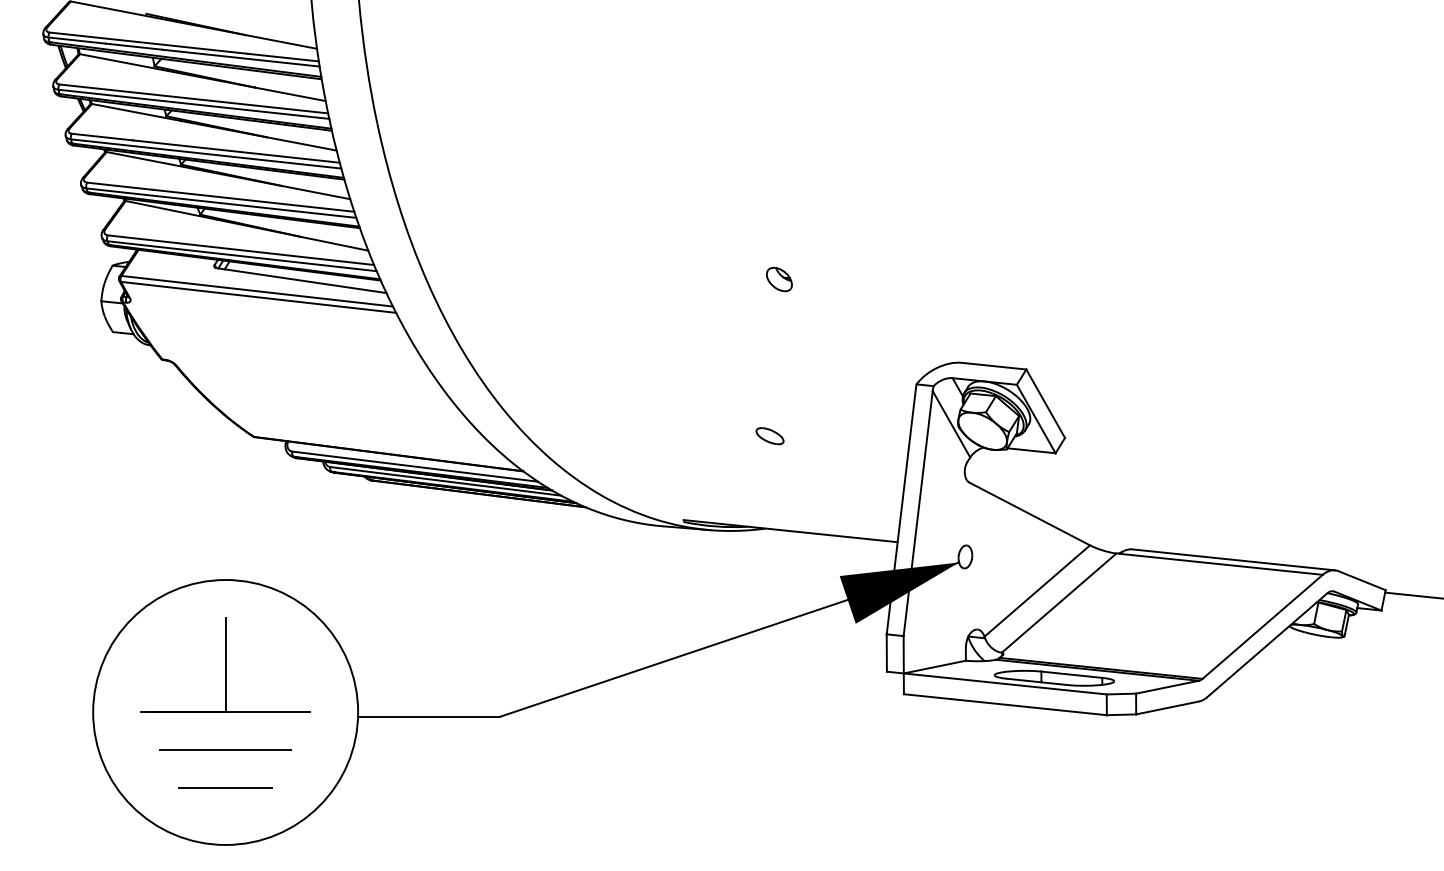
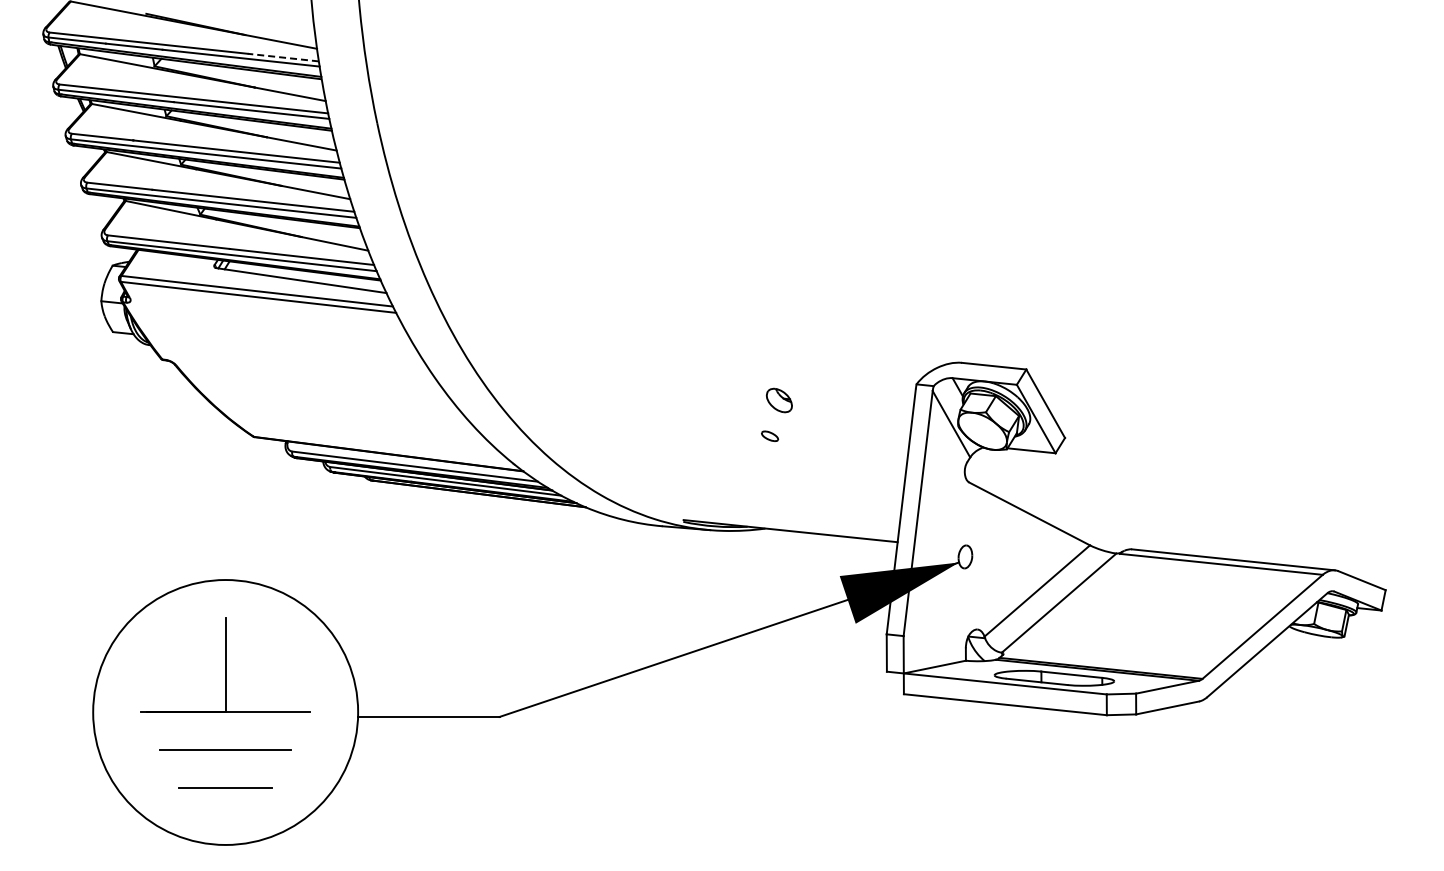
line at (283, 57): solid -> dashed
part at (778, 279) position: (778, 279) -> (778, 400)
part at (769, 436) size: 30x19 px -> 19x12 px
line at (1412, 595): present -> none
